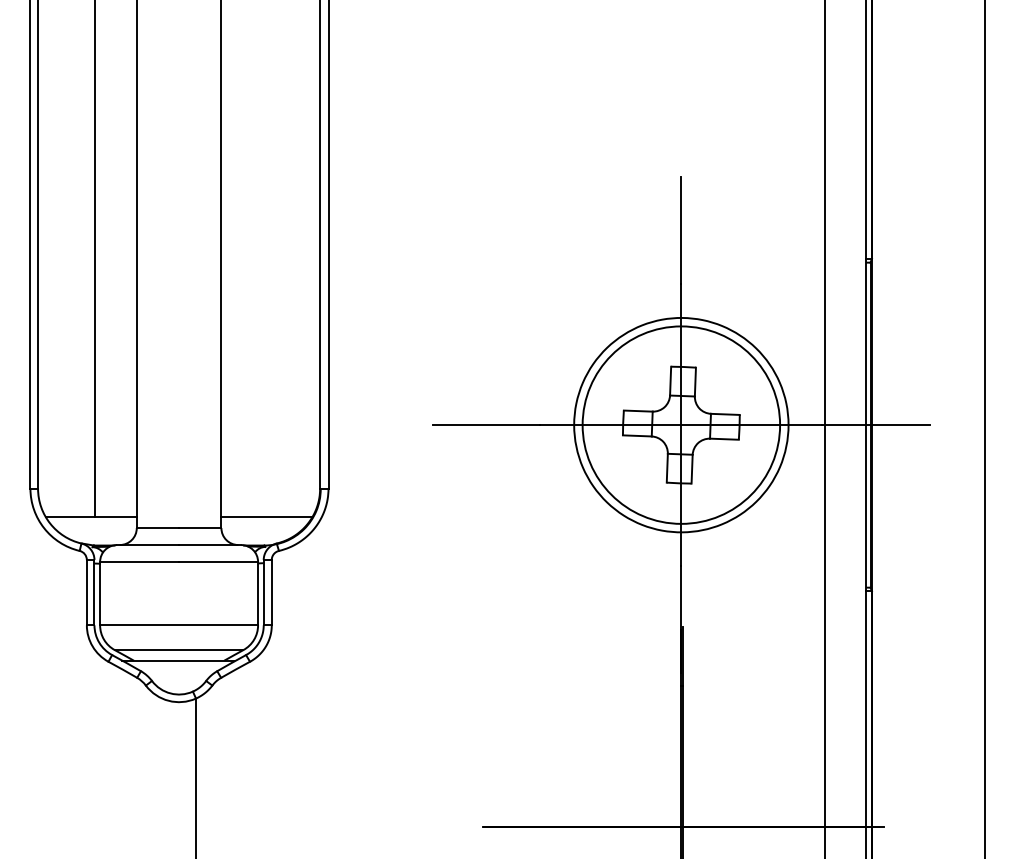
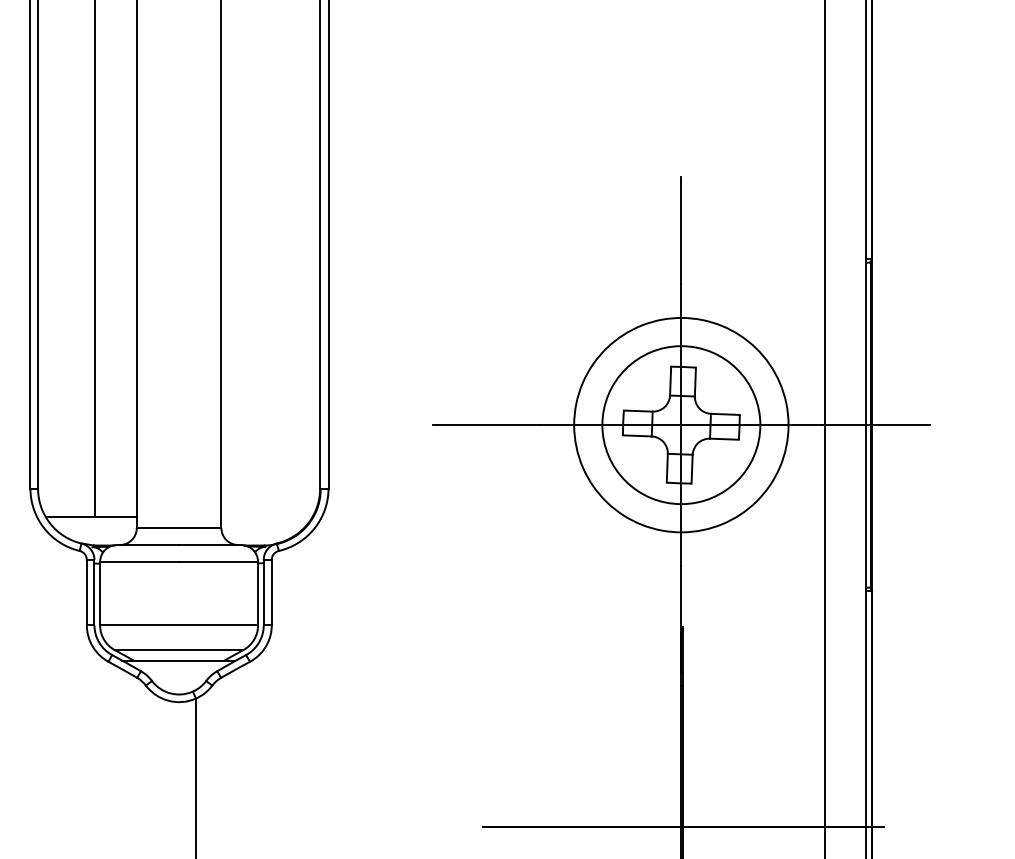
circle at (681, 424) diameter: 197 px -> 158 px
line at (984, 428): present -> none
line at (266, 516): present -> none
